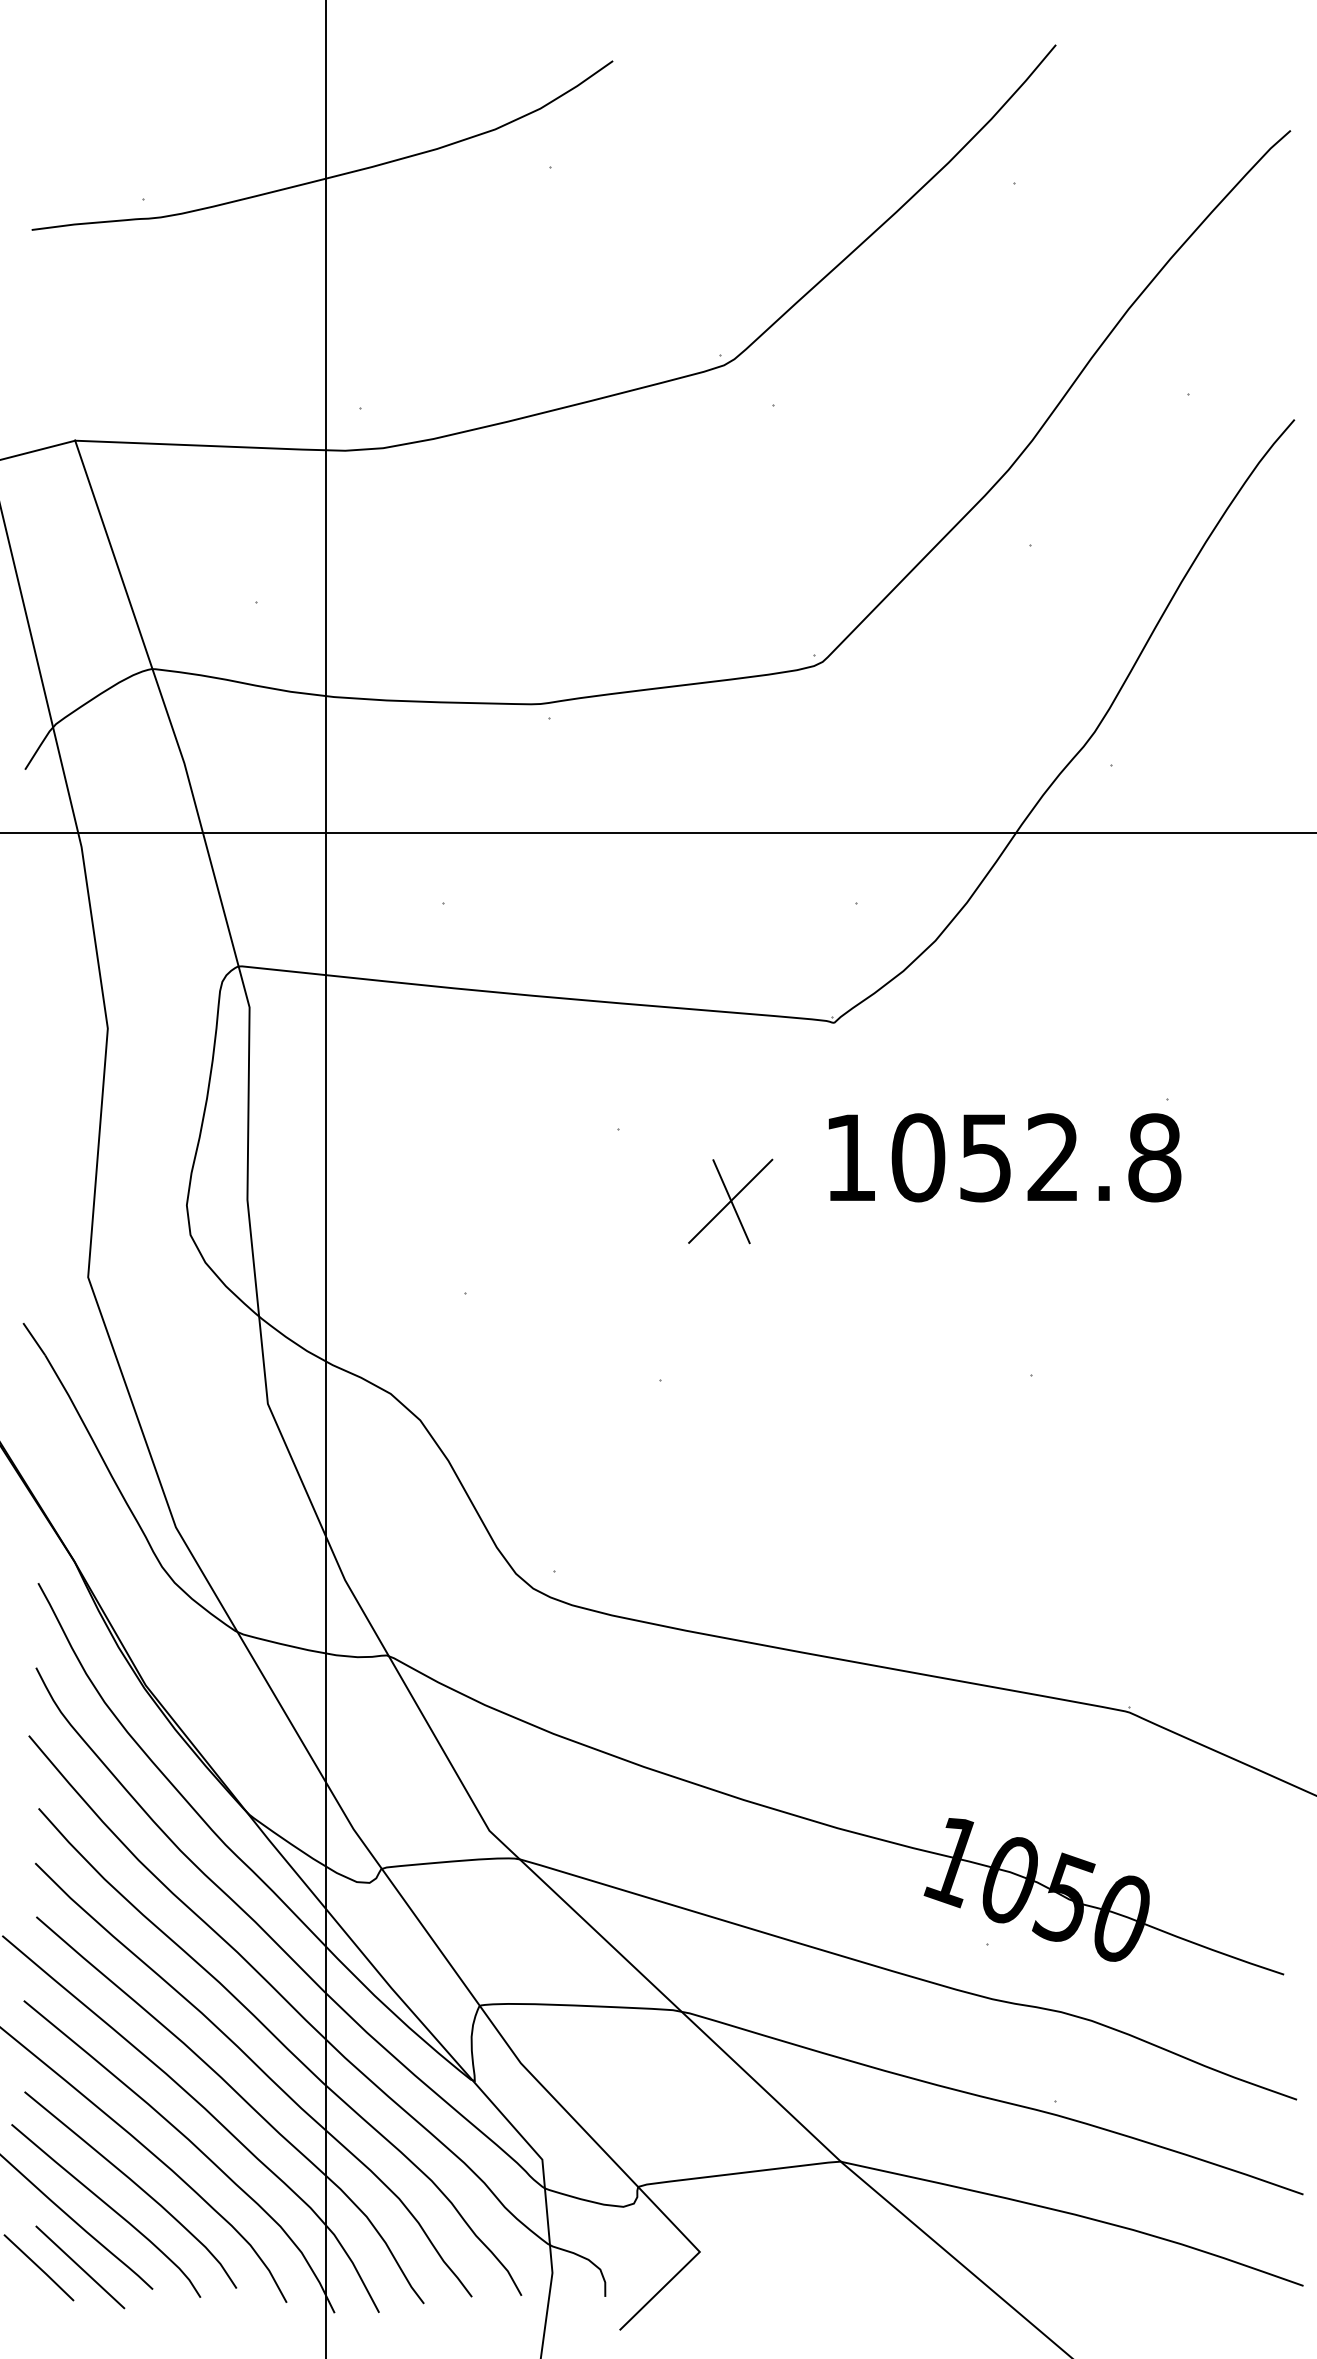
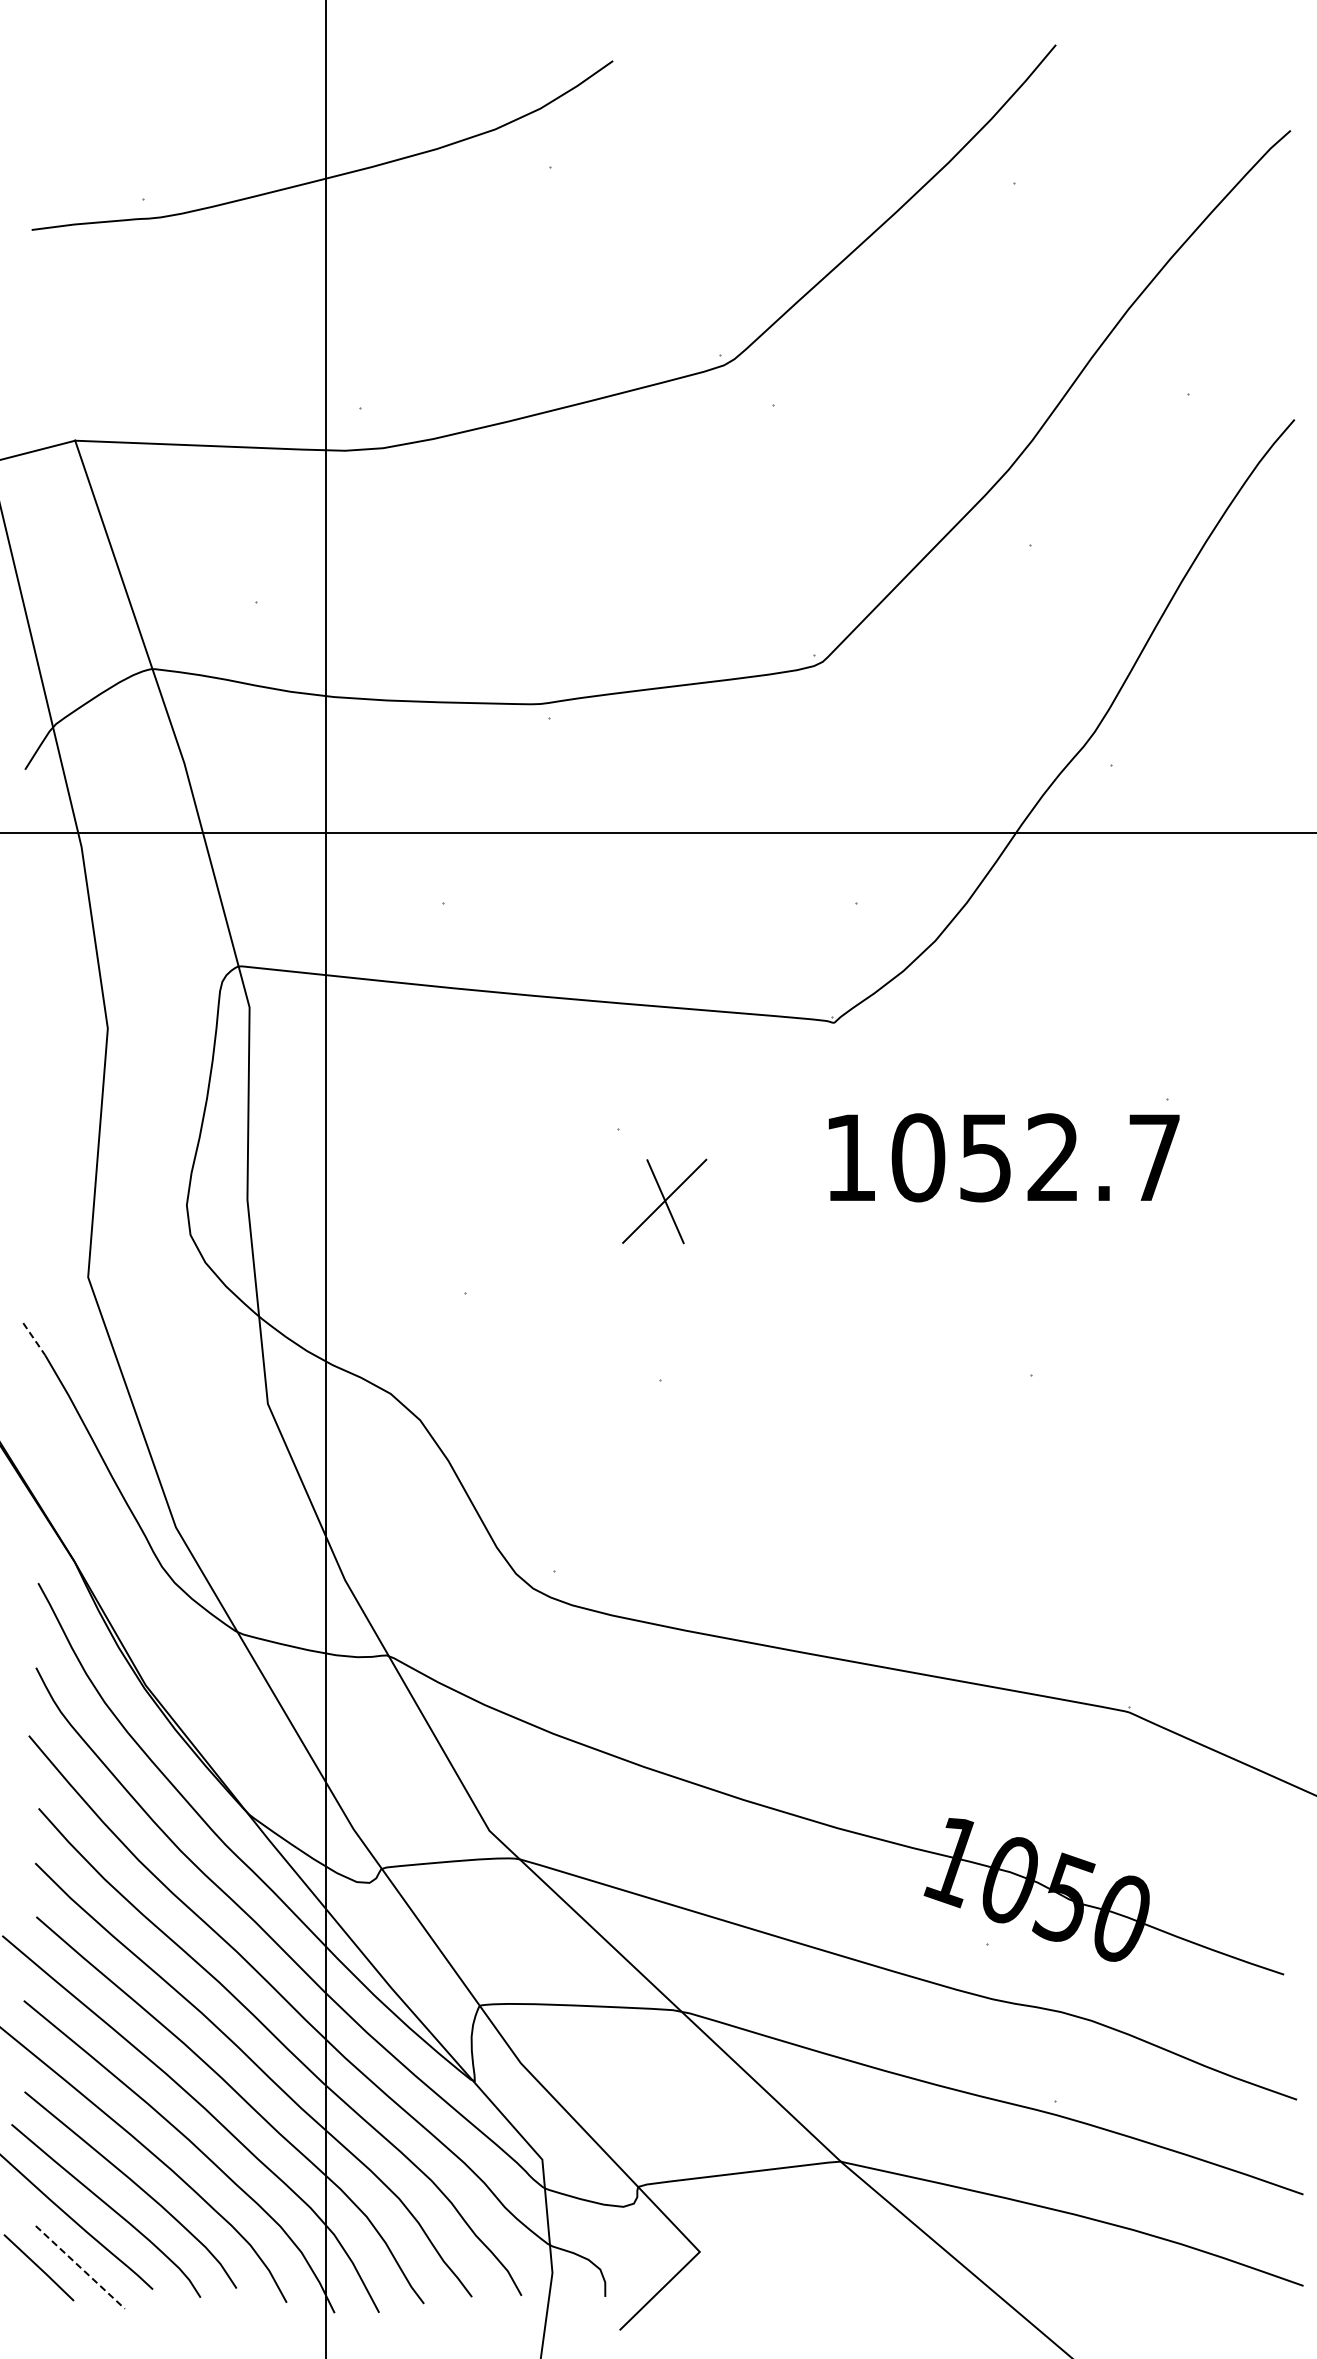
text at (1154, 1157): 1052.8 -> 1052.7
part at (730, 1201) position: (730, 1201) -> (664, 1201)
line at (34, 1339): solid -> dashed
line at (80, 2267): solid -> dashed
